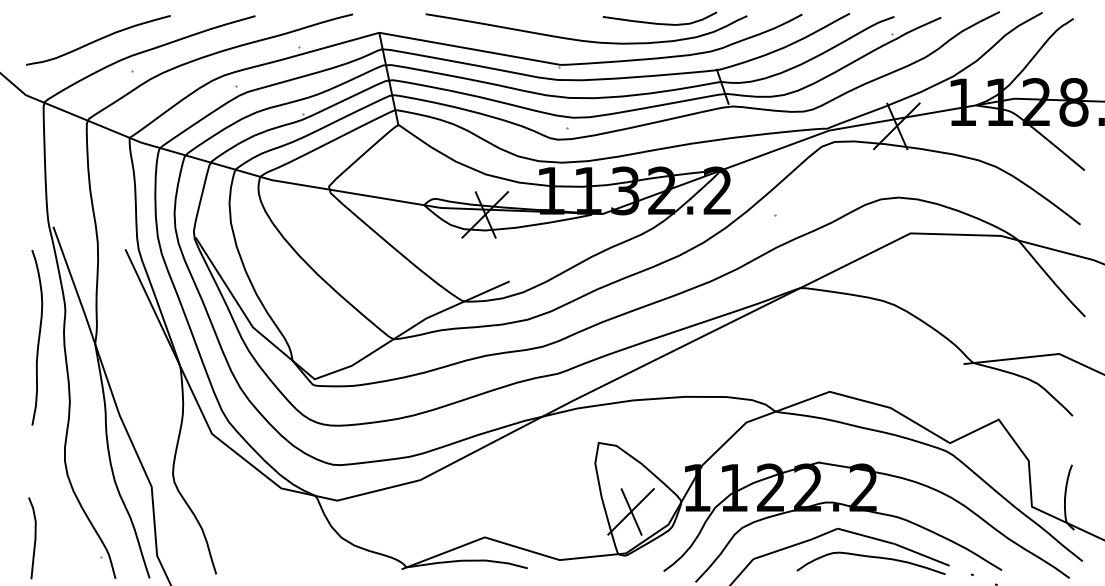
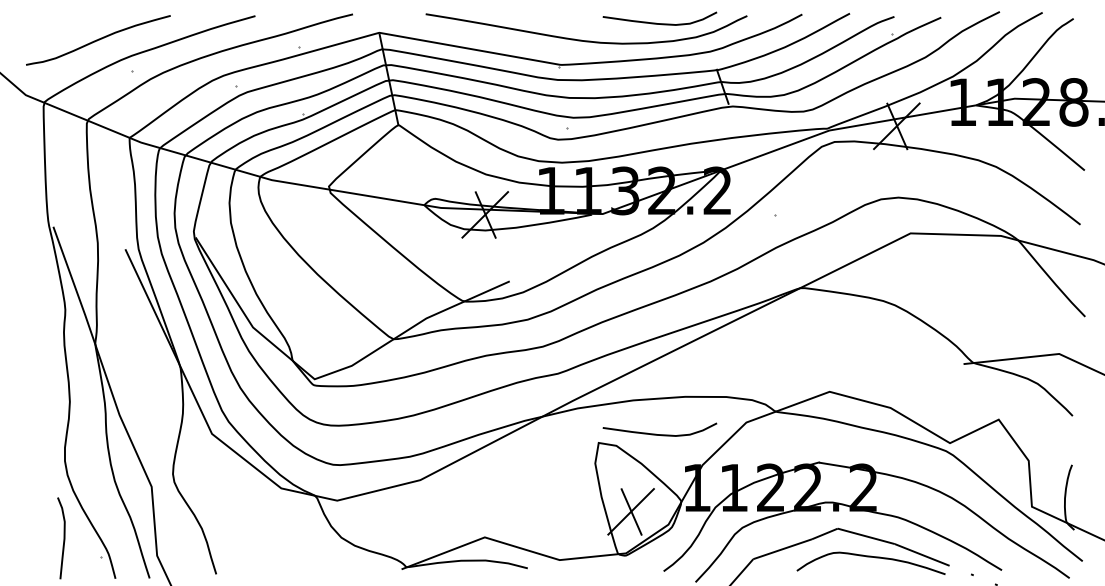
curve at (38, 337): present -> none
curve at (656, 433): none -> present
curve at (34, 538) position: (34, 538) -> (63, 538)
